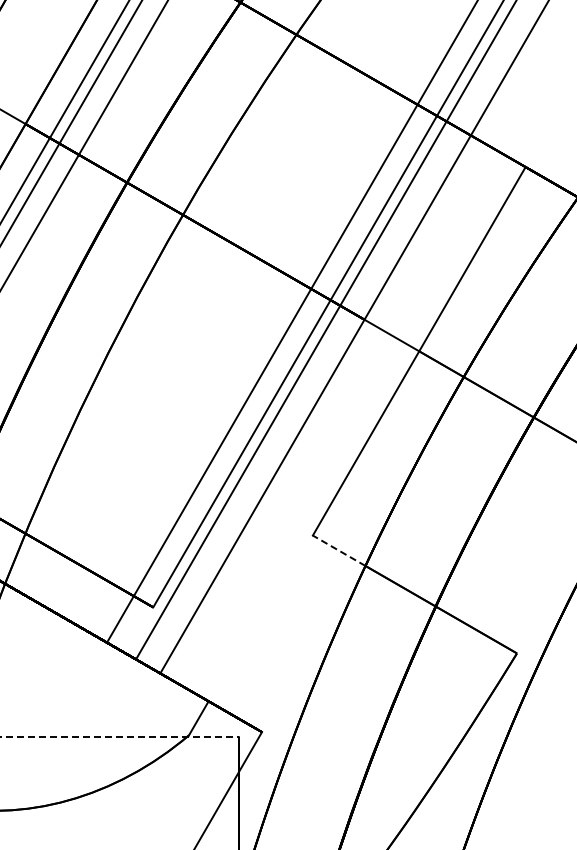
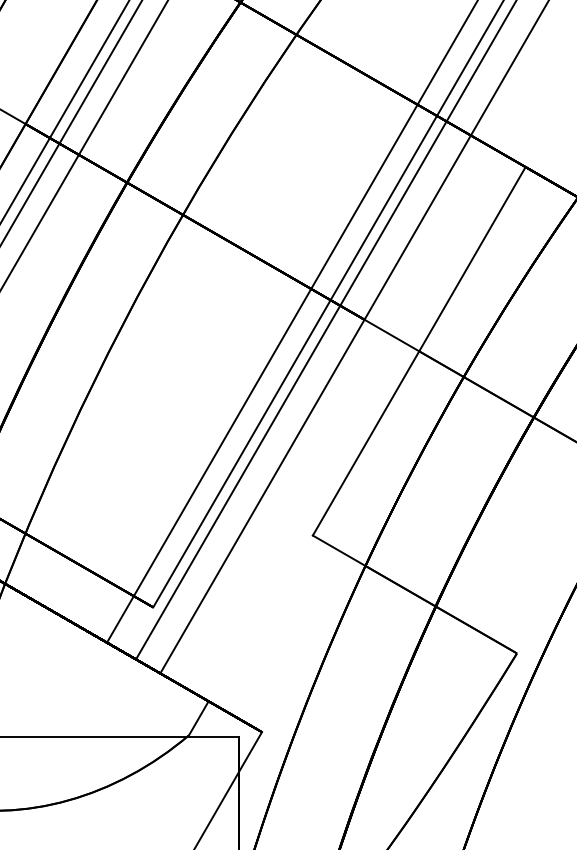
line at (338, 550): dashed -> solid
line at (119, 736): dashed -> solid
